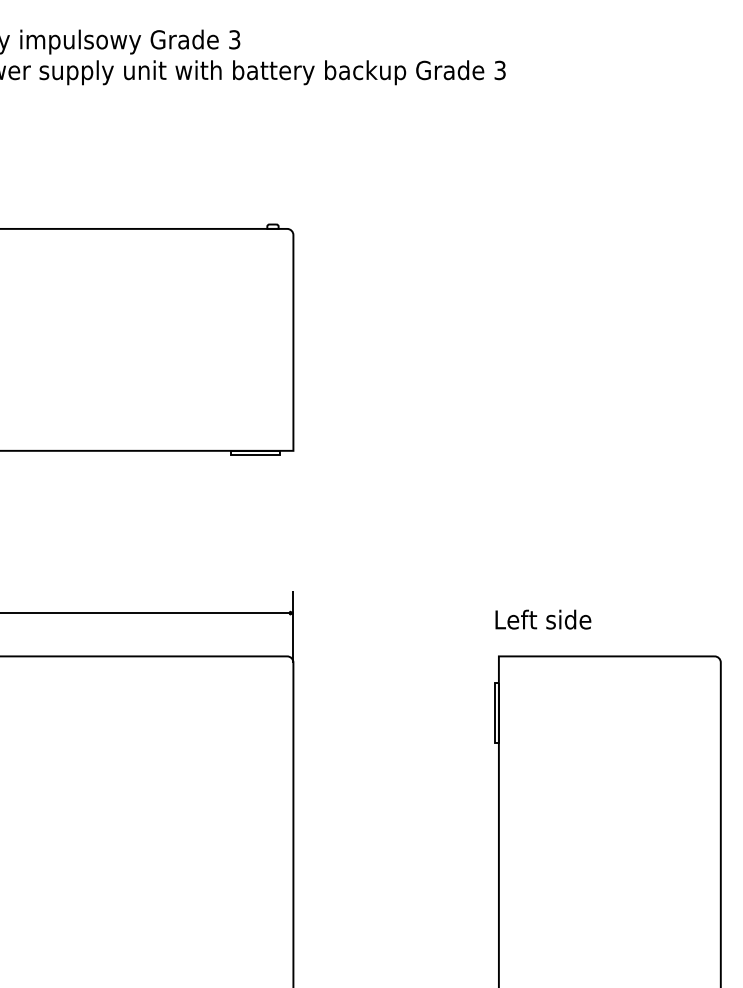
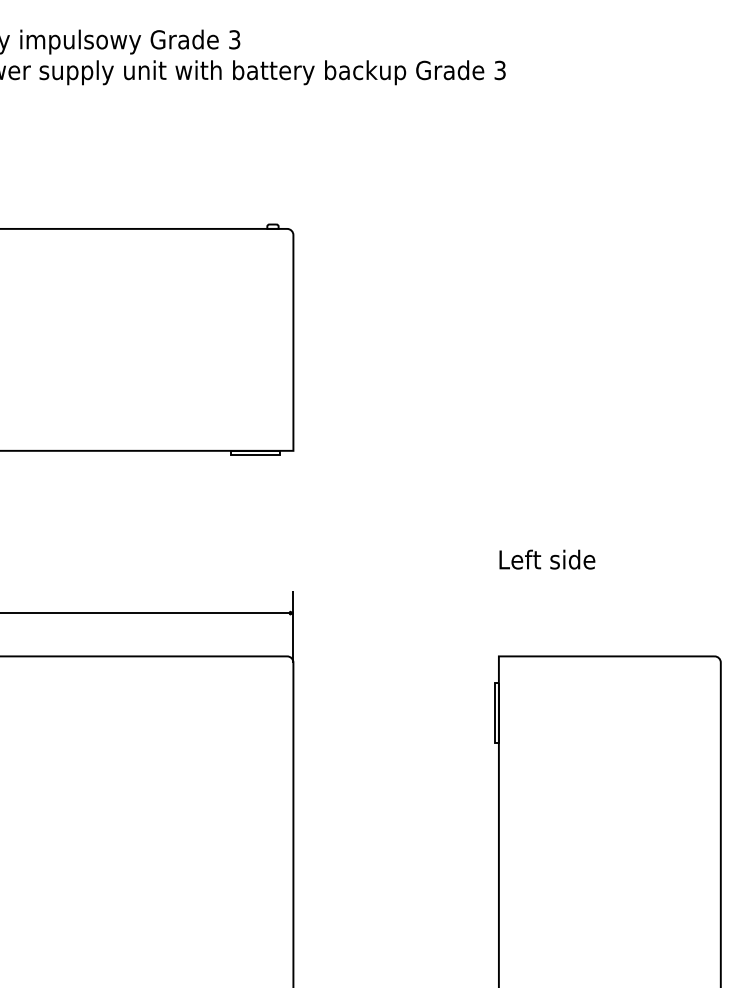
text at (543, 619) position: (543, 619) -> (547, 559)
